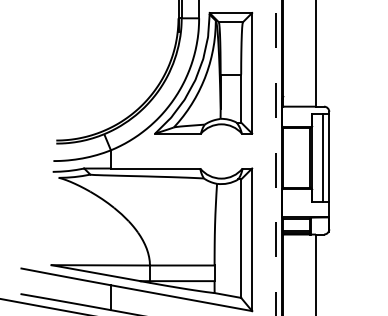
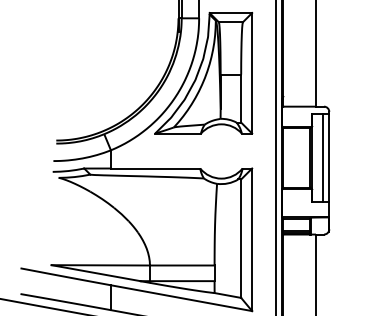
line at (276, 157): dashed -> solid
